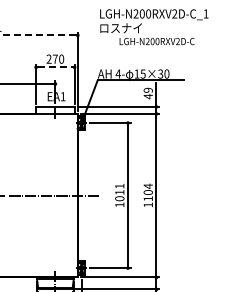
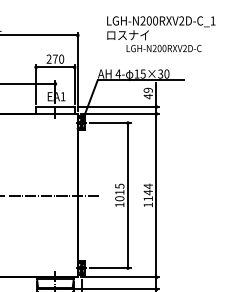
text at (154, 27) position: (154, 27) -> (161, 34)
line at (38, 35): dashed -> solid
line at (55, 67): dashed -> solid
text at (119, 185): 1011 -> 1015
text at (147, 192): 1104 -> 1144
